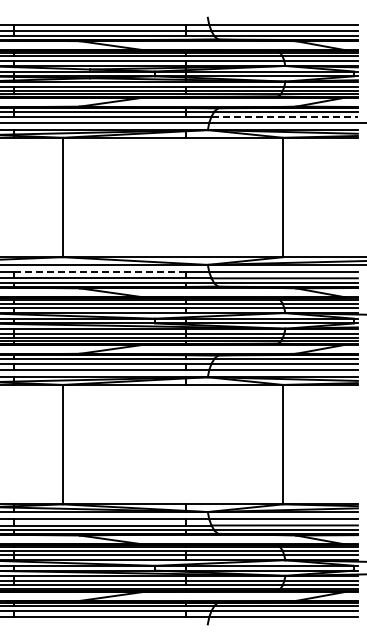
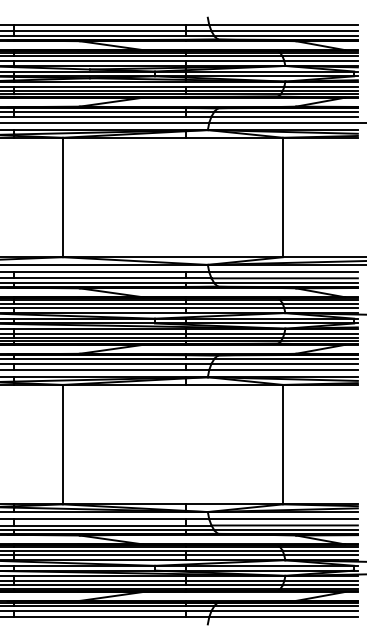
line at (285, 116): dashed -> solid
line at (100, 272): dashed -> solid
